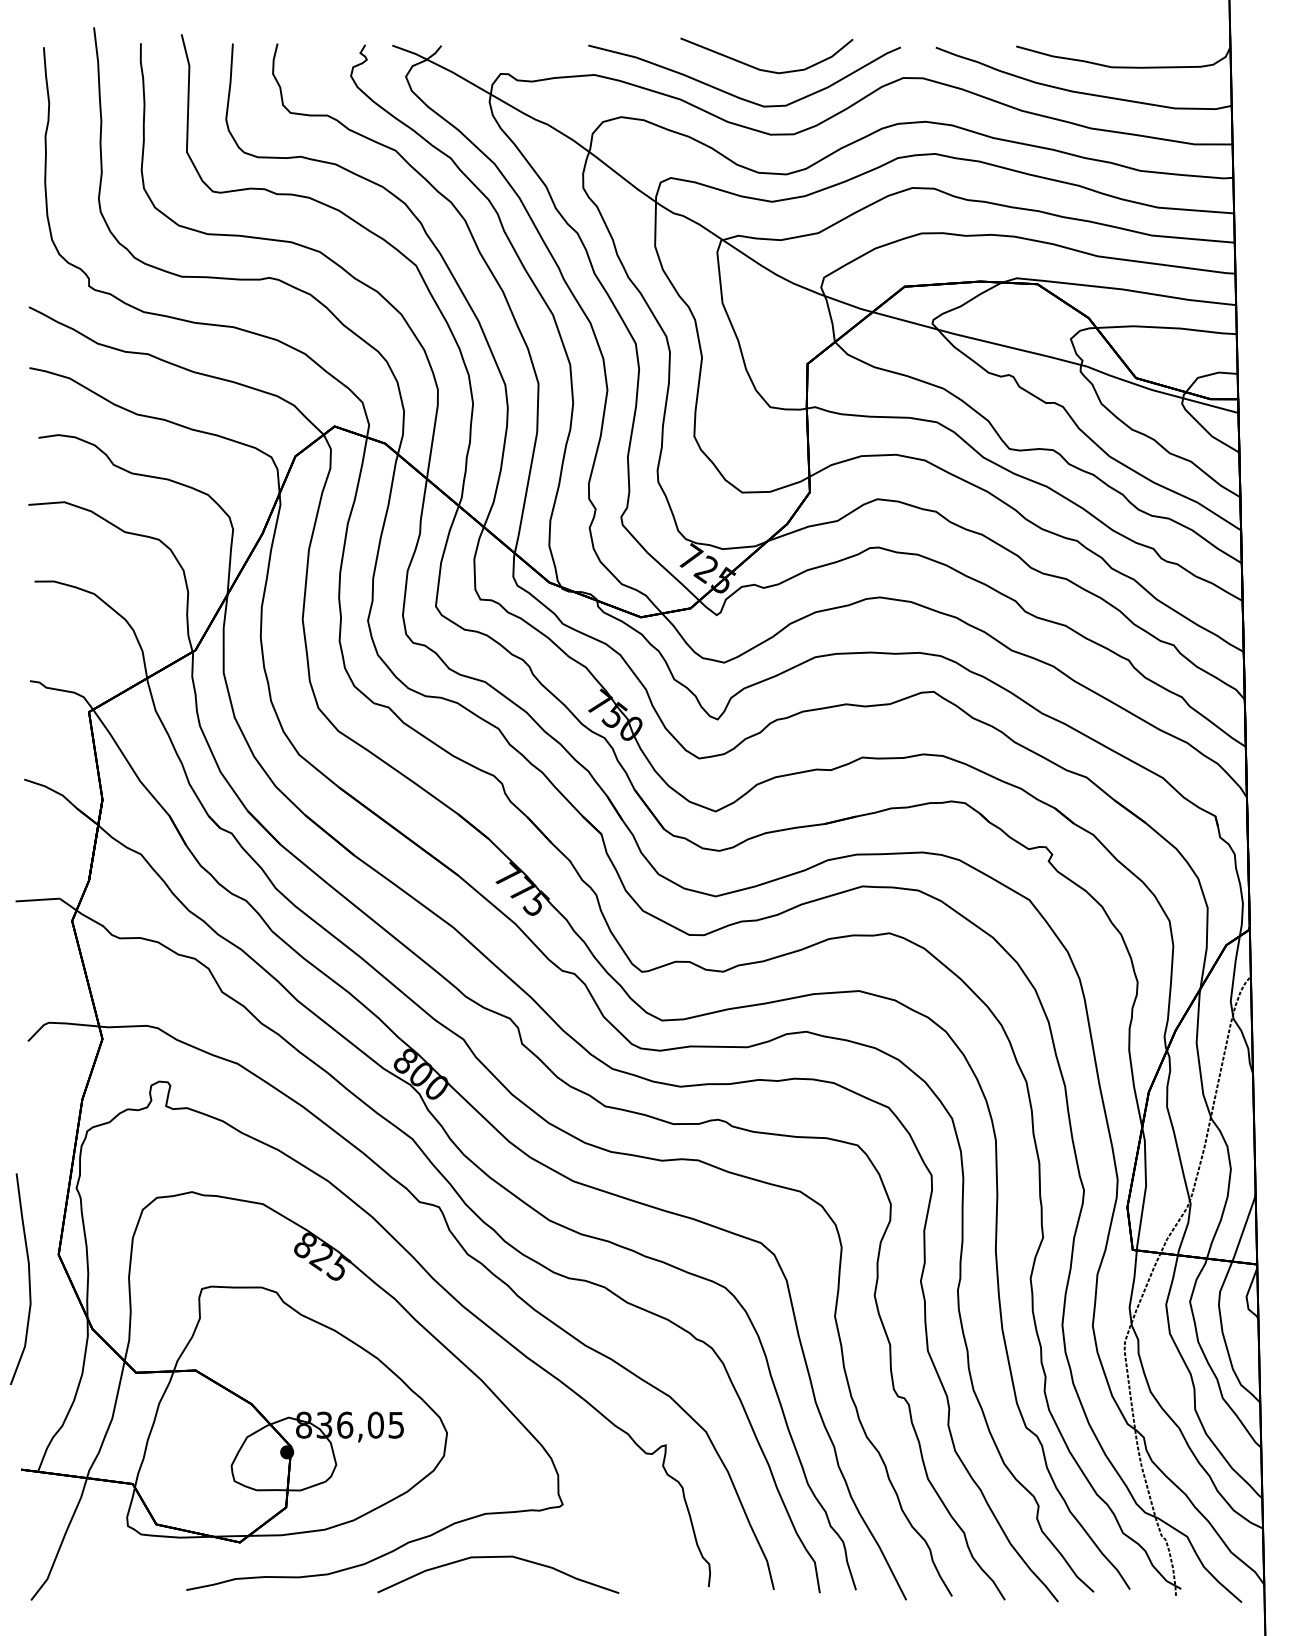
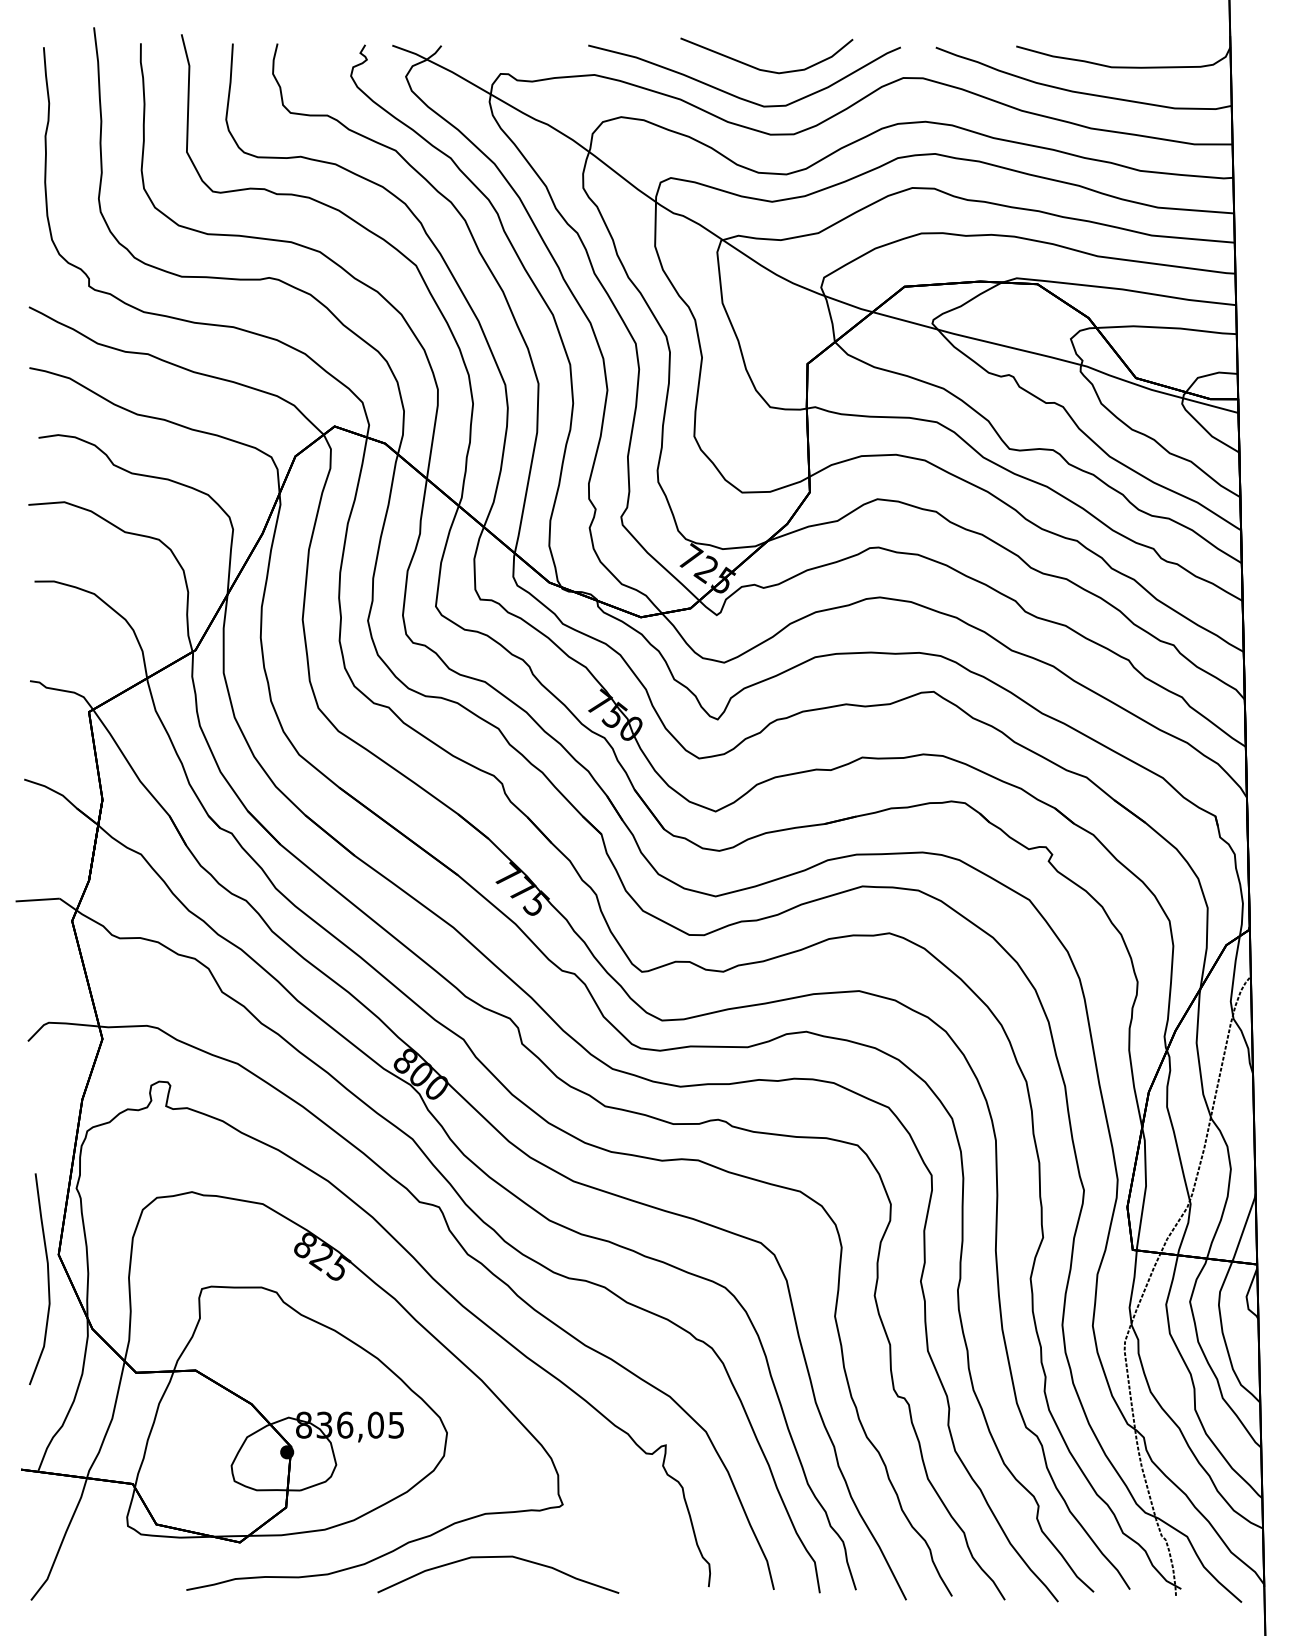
curve at (28, 1279) position: (28, 1279) -> (47, 1279)
